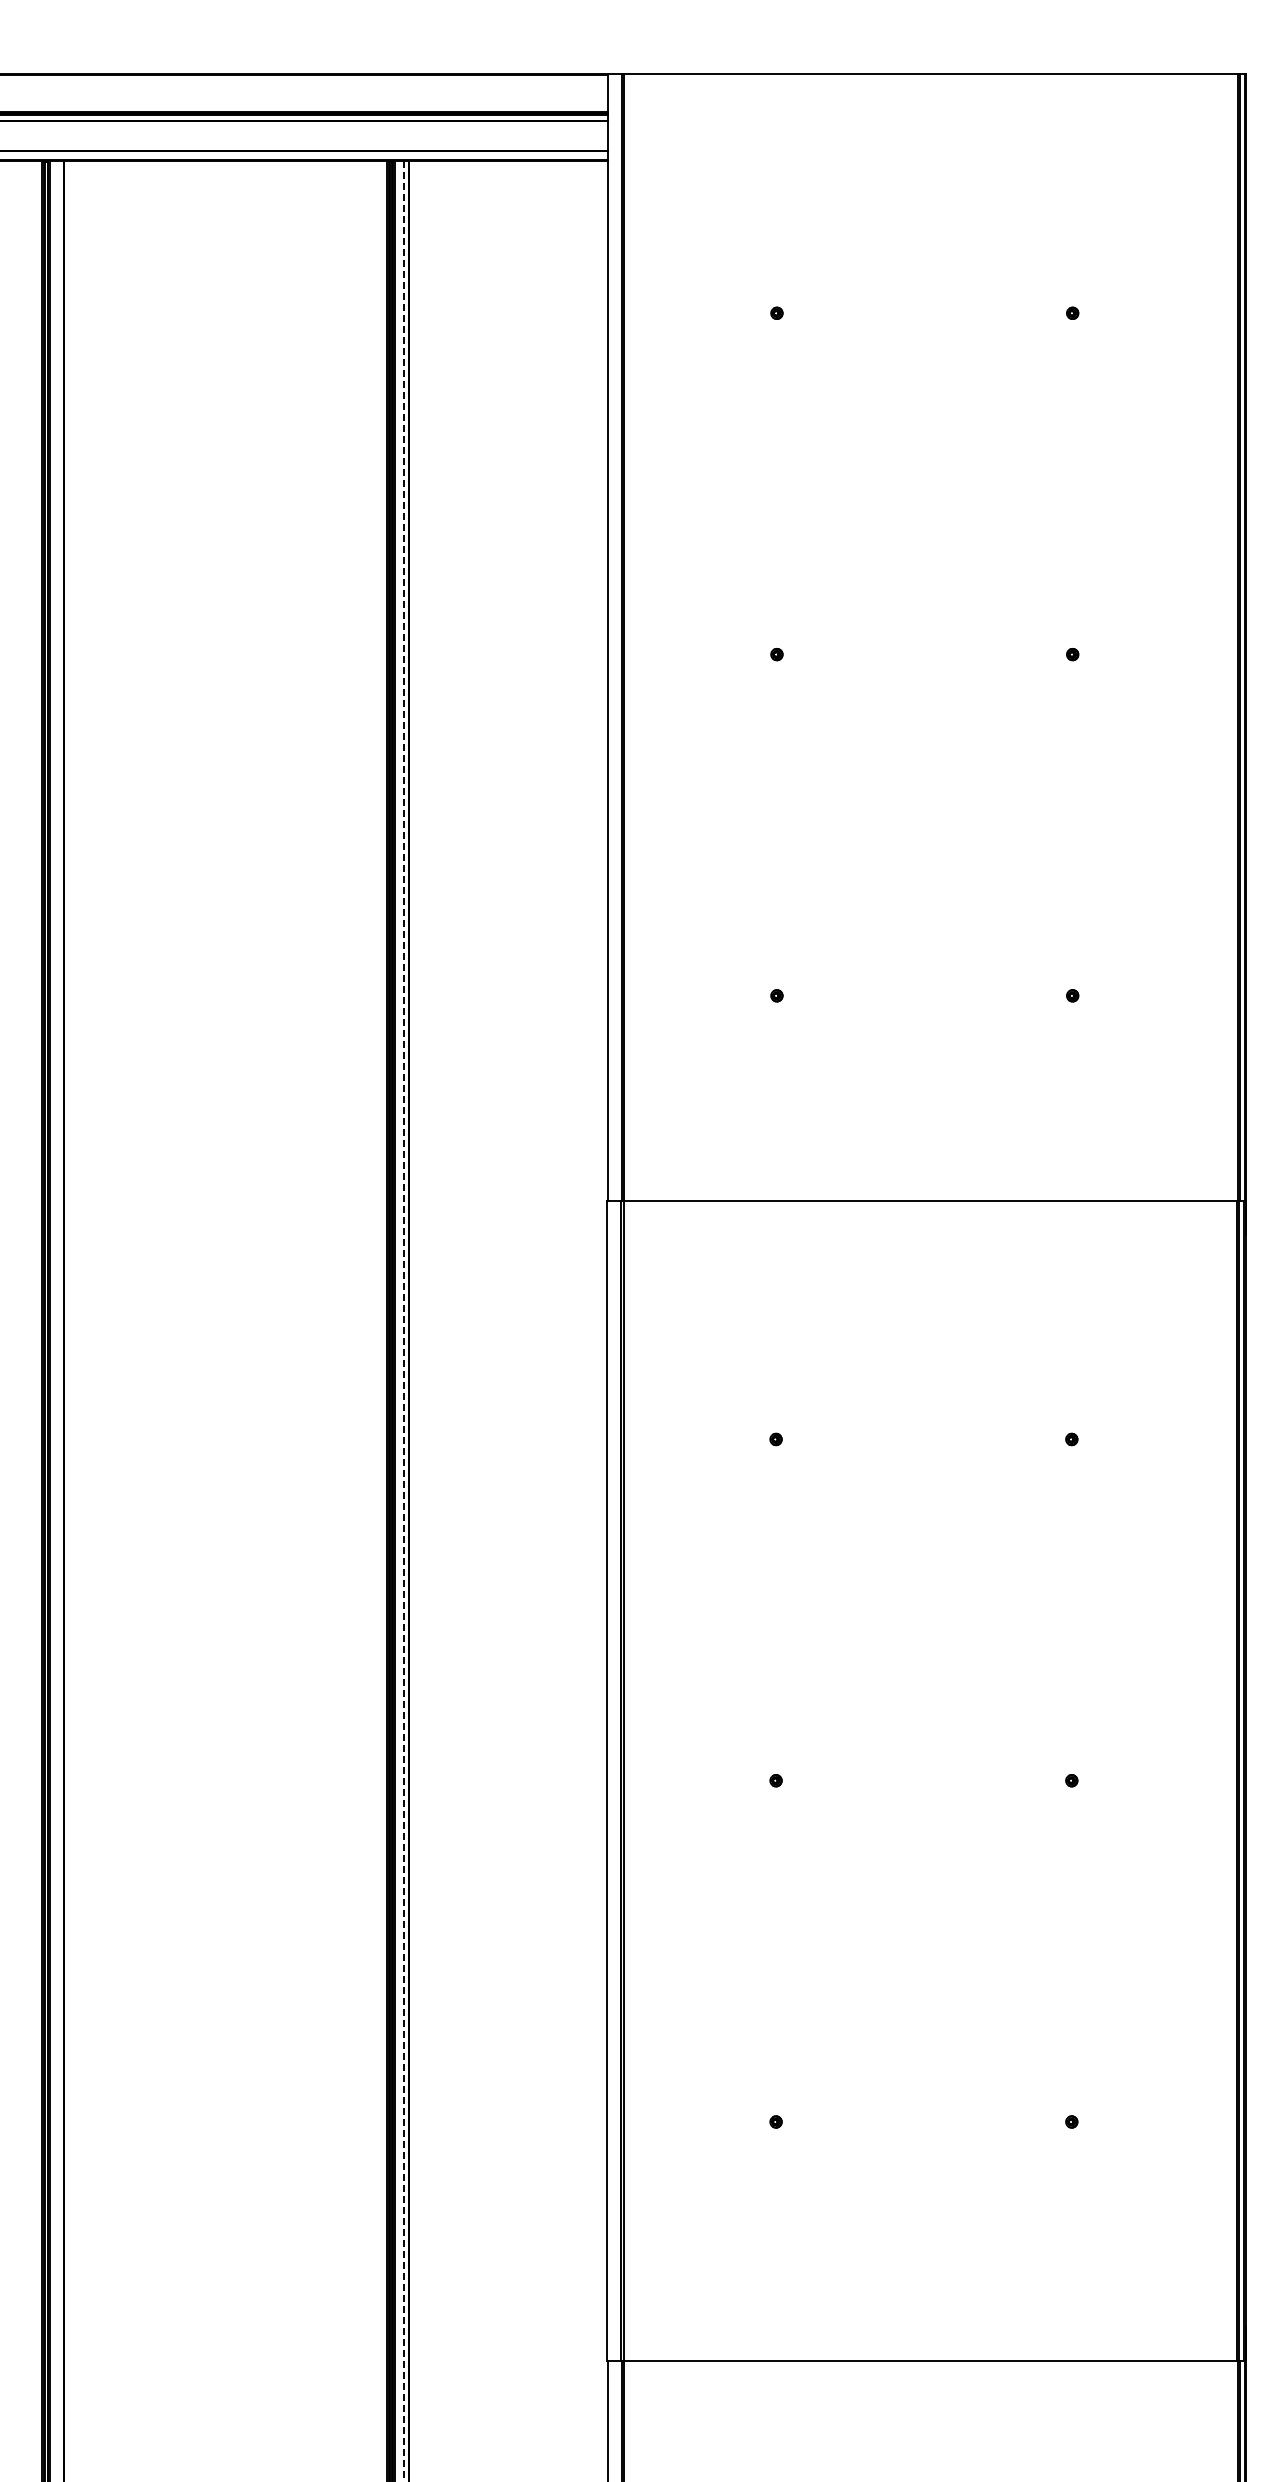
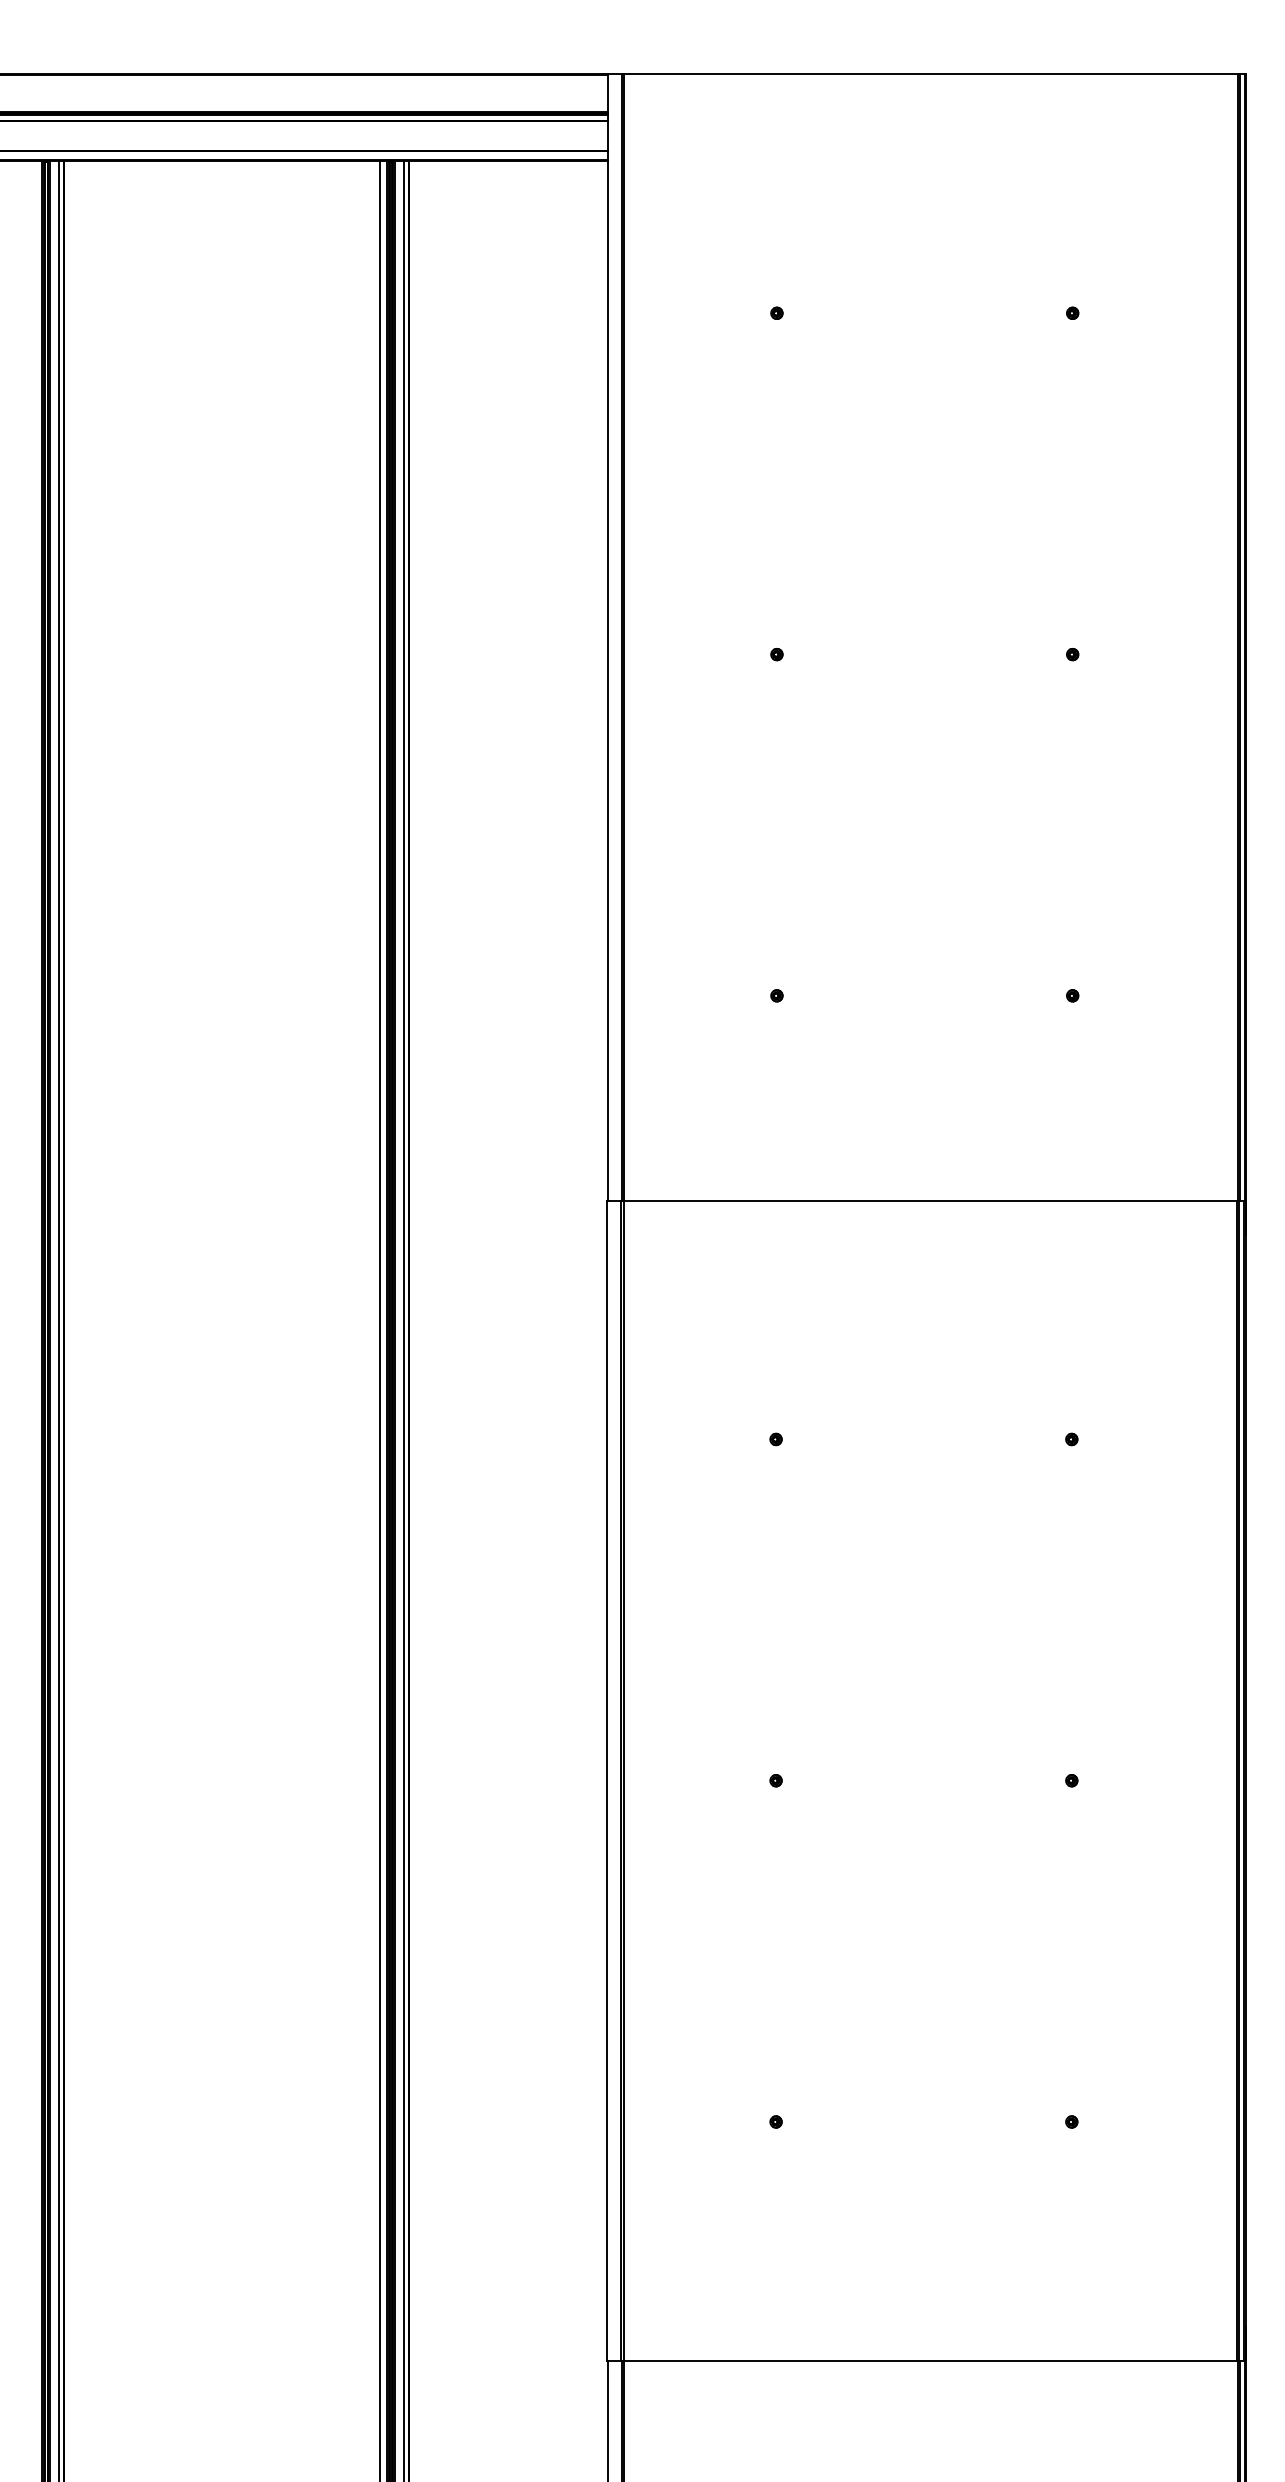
line at (59, 1319): none -> present
line at (379, 1319): none -> present
line at (404, 1321): dashed -> solid
